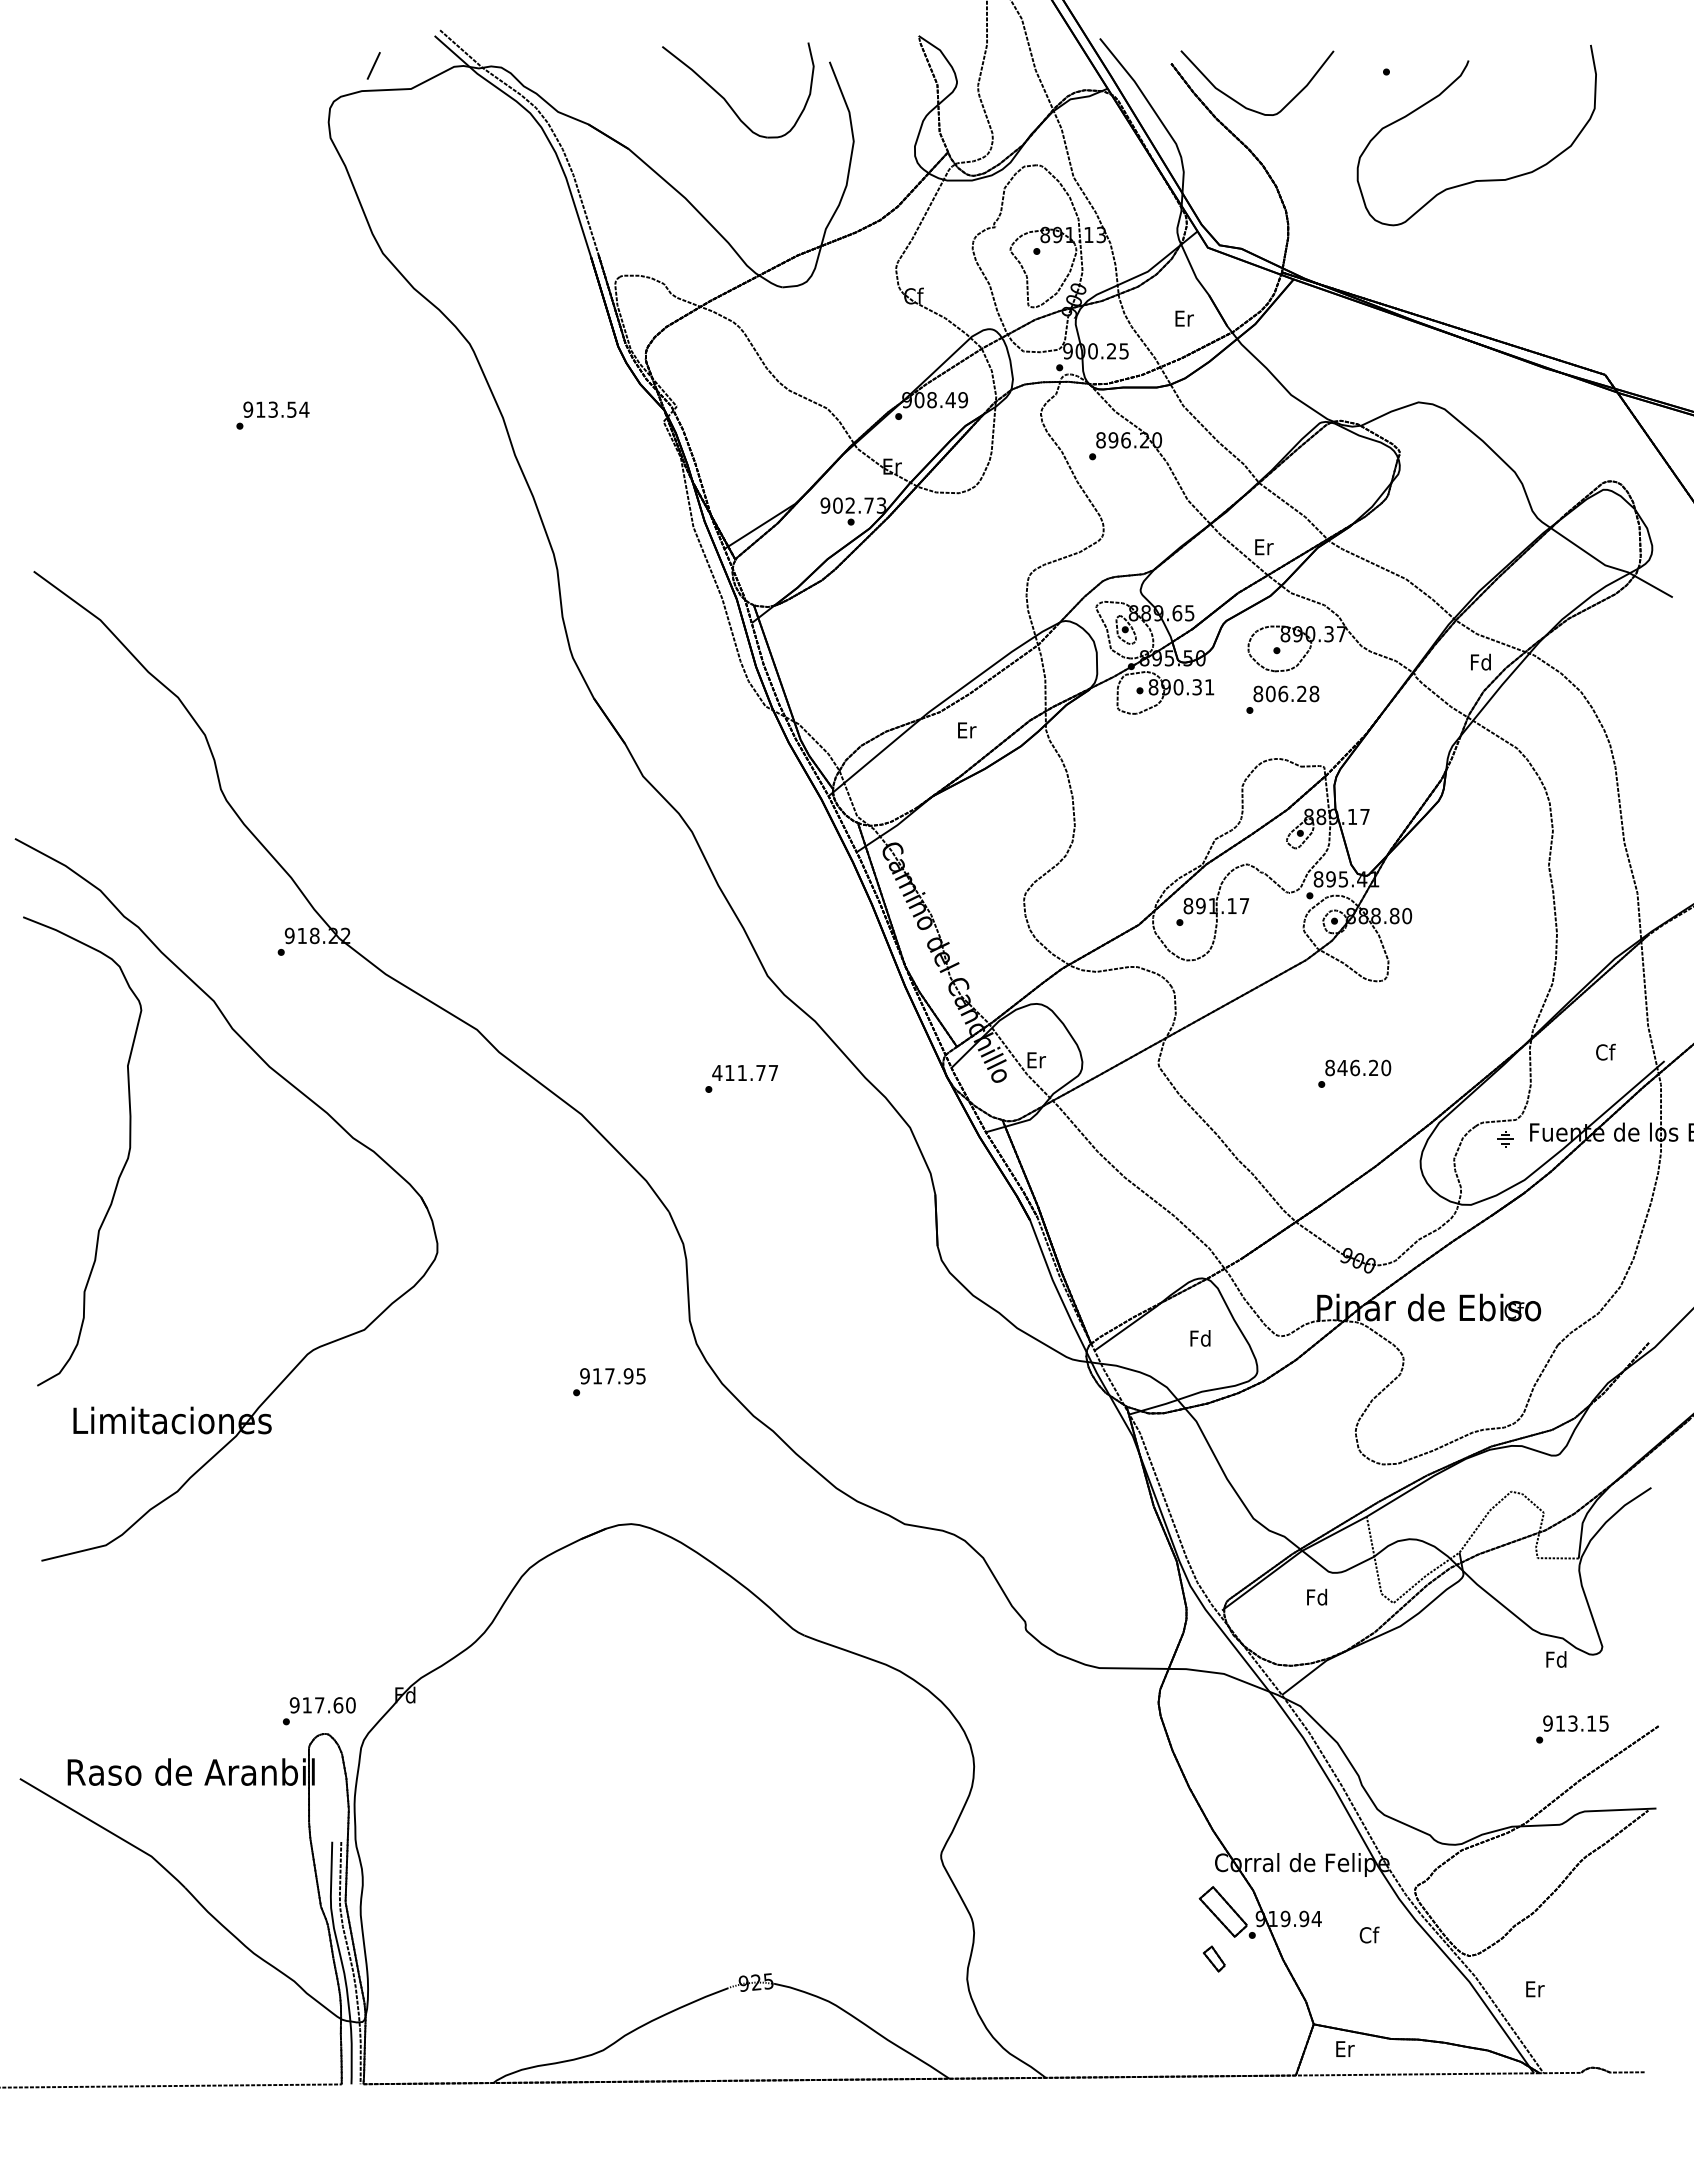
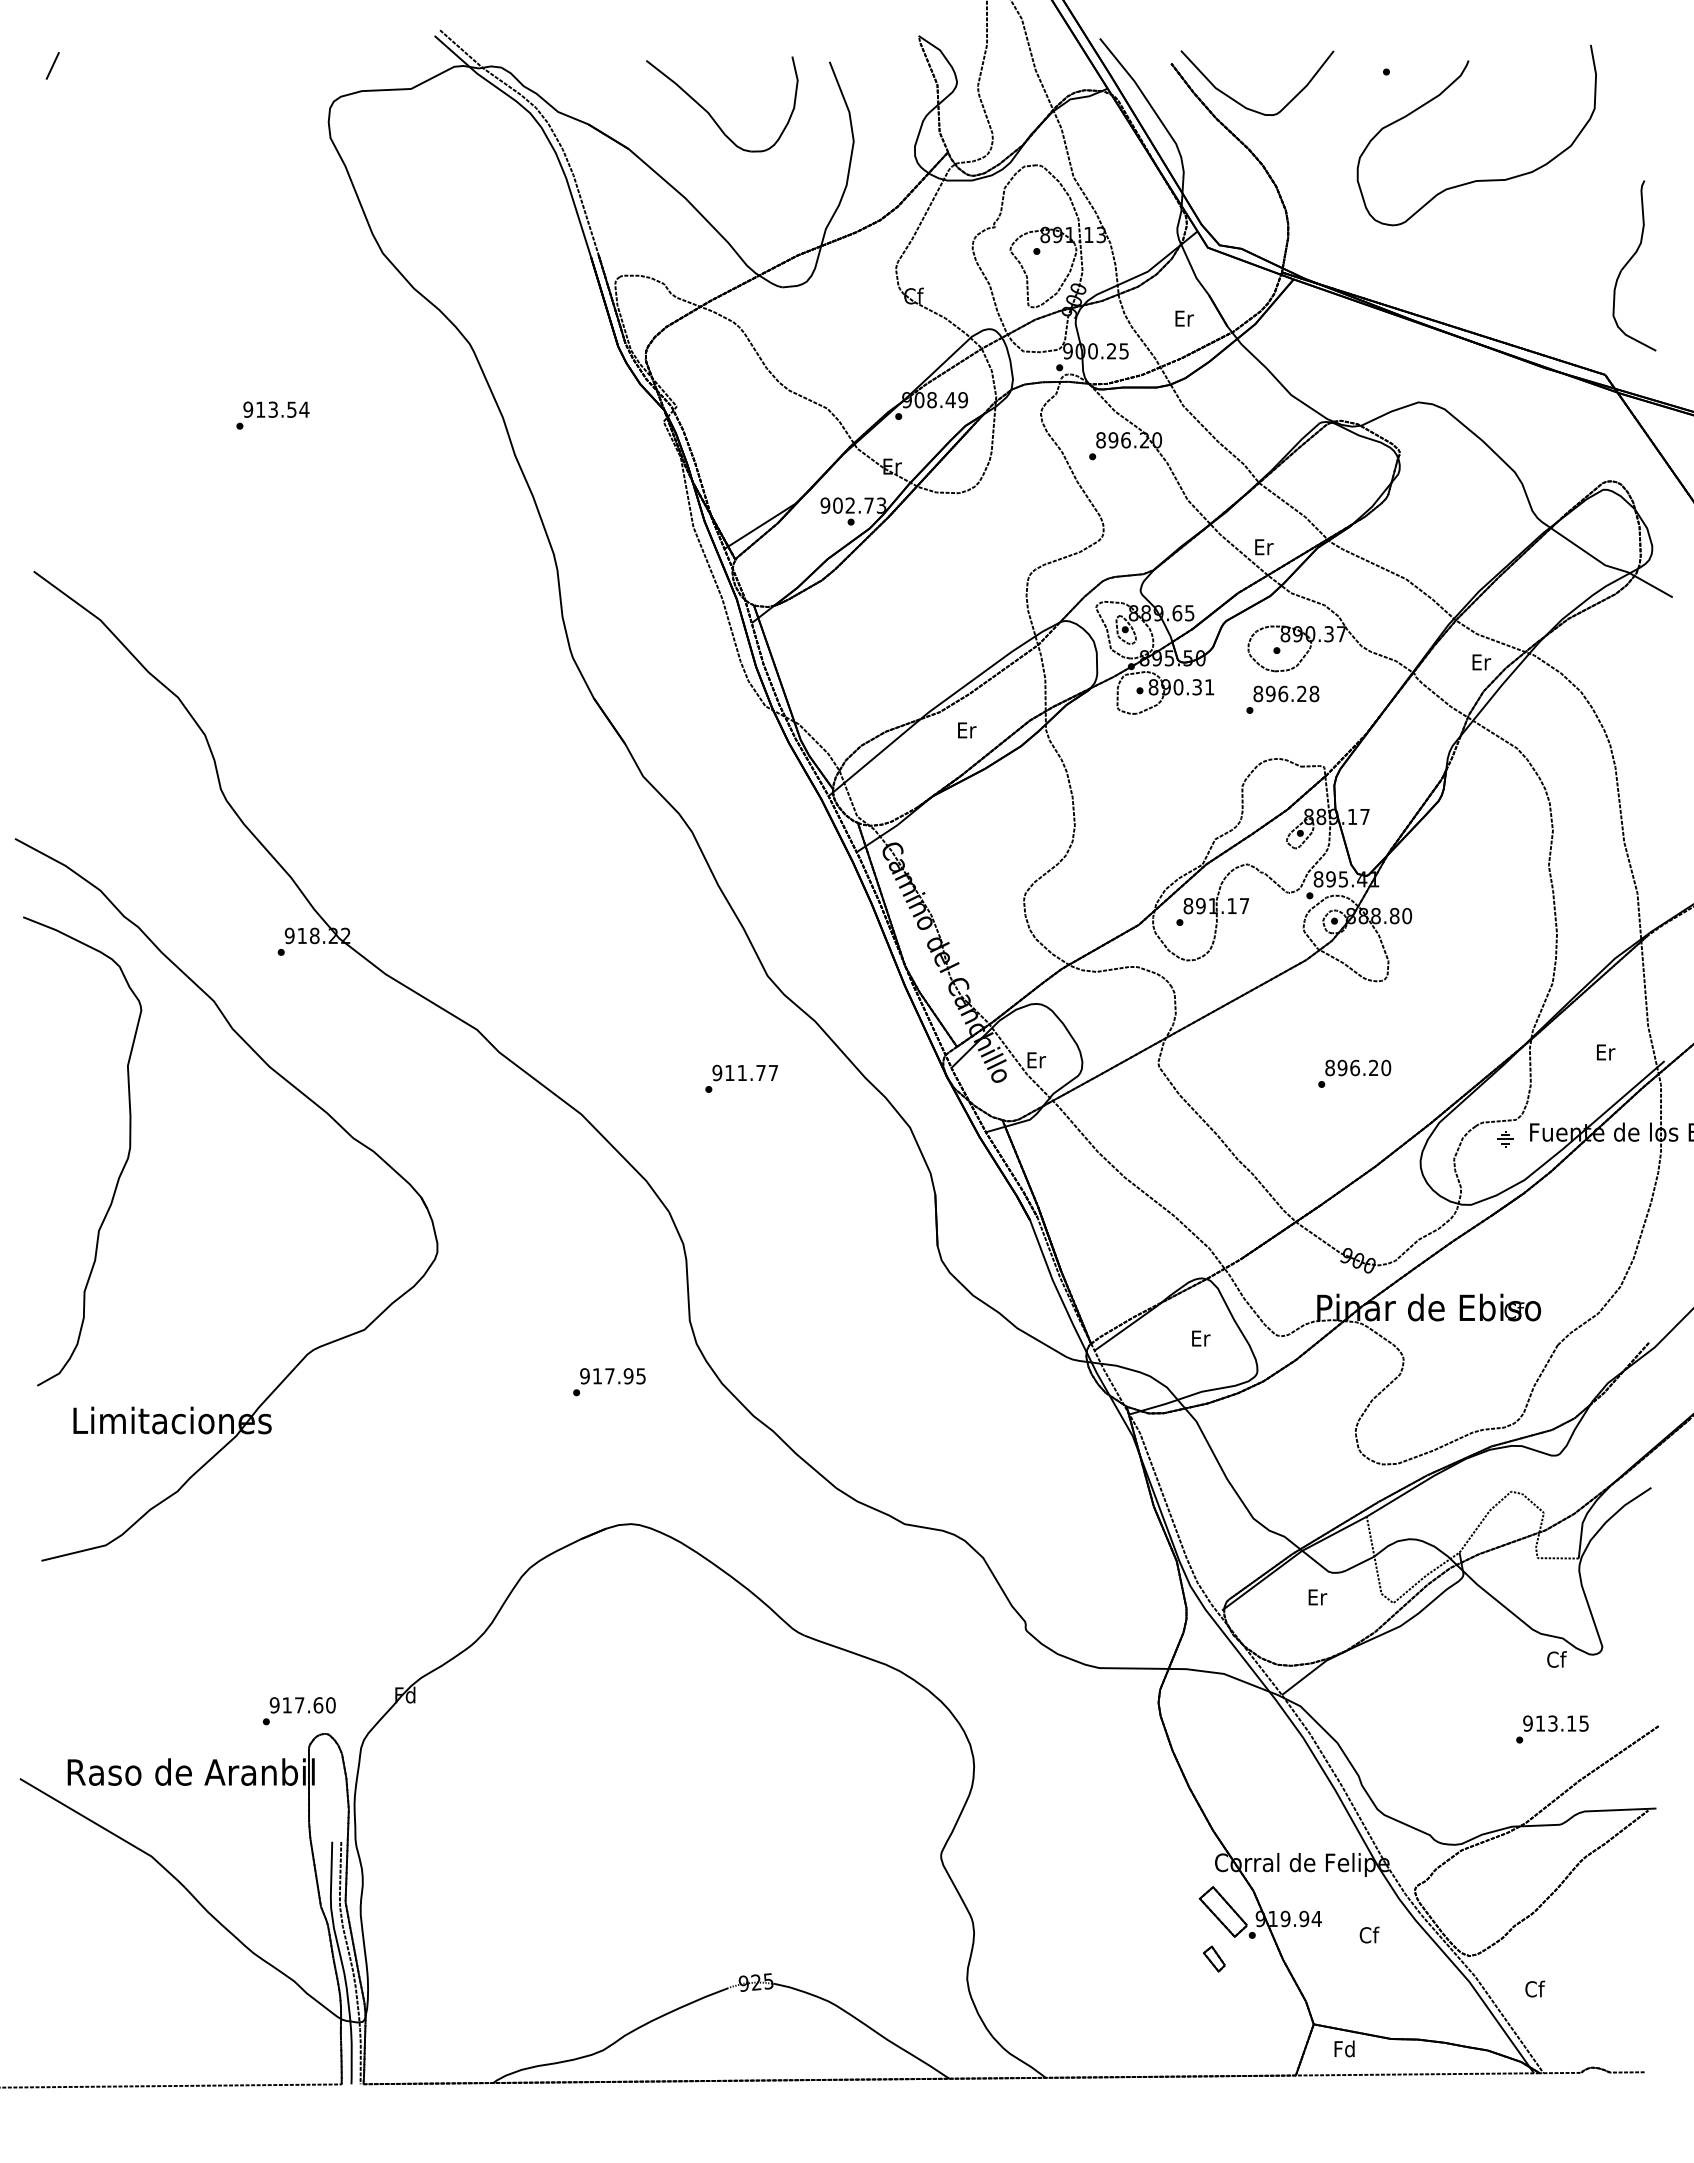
line at (373, 65) position: (373, 65) -> (52, 65)
part at (725, 98) position: (725, 98) -> (709, 112)
part at (1628, 263): none -> present
text at (1481, 661): Fd -> Er
text at (1270, 694): 806.28 -> 896.28
text at (1605, 1051): Cf -> Er
text at (1342, 1067): 846.20 -> 896.20
text at (717, 1072): 411.77 -> 911.77
text at (1200, 1338): Fd -> Er
text at (1317, 1596): Fd -> Er
text at (1556, 1659): Fd -> Cf
text at (319, 1711) position: (319, 1711) -> (299, 1711)
text at (1572, 1729) position: (1572, 1729) -> (1552, 1729)
text at (1535, 1988): Er -> Cf
text at (1344, 2048): Er -> Fd
